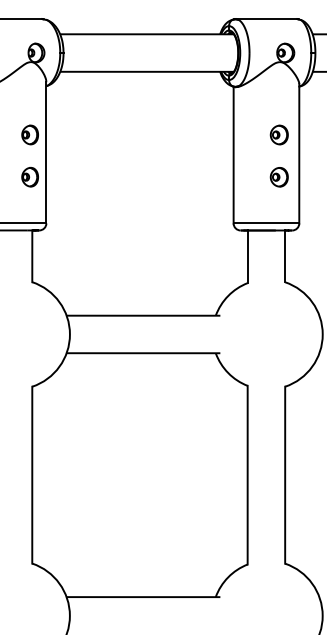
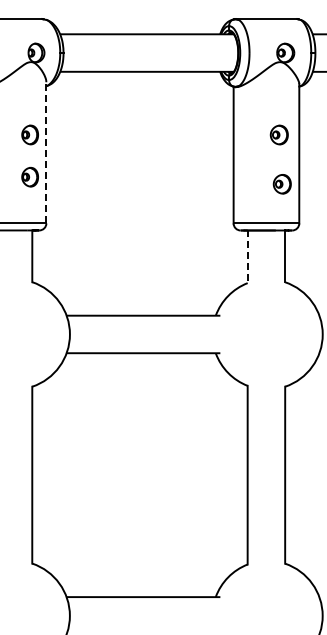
line at (46, 152): solid -> dashed
part at (278, 177) position: (278, 177) -> (281, 184)
line at (247, 257): solid -> dashed
